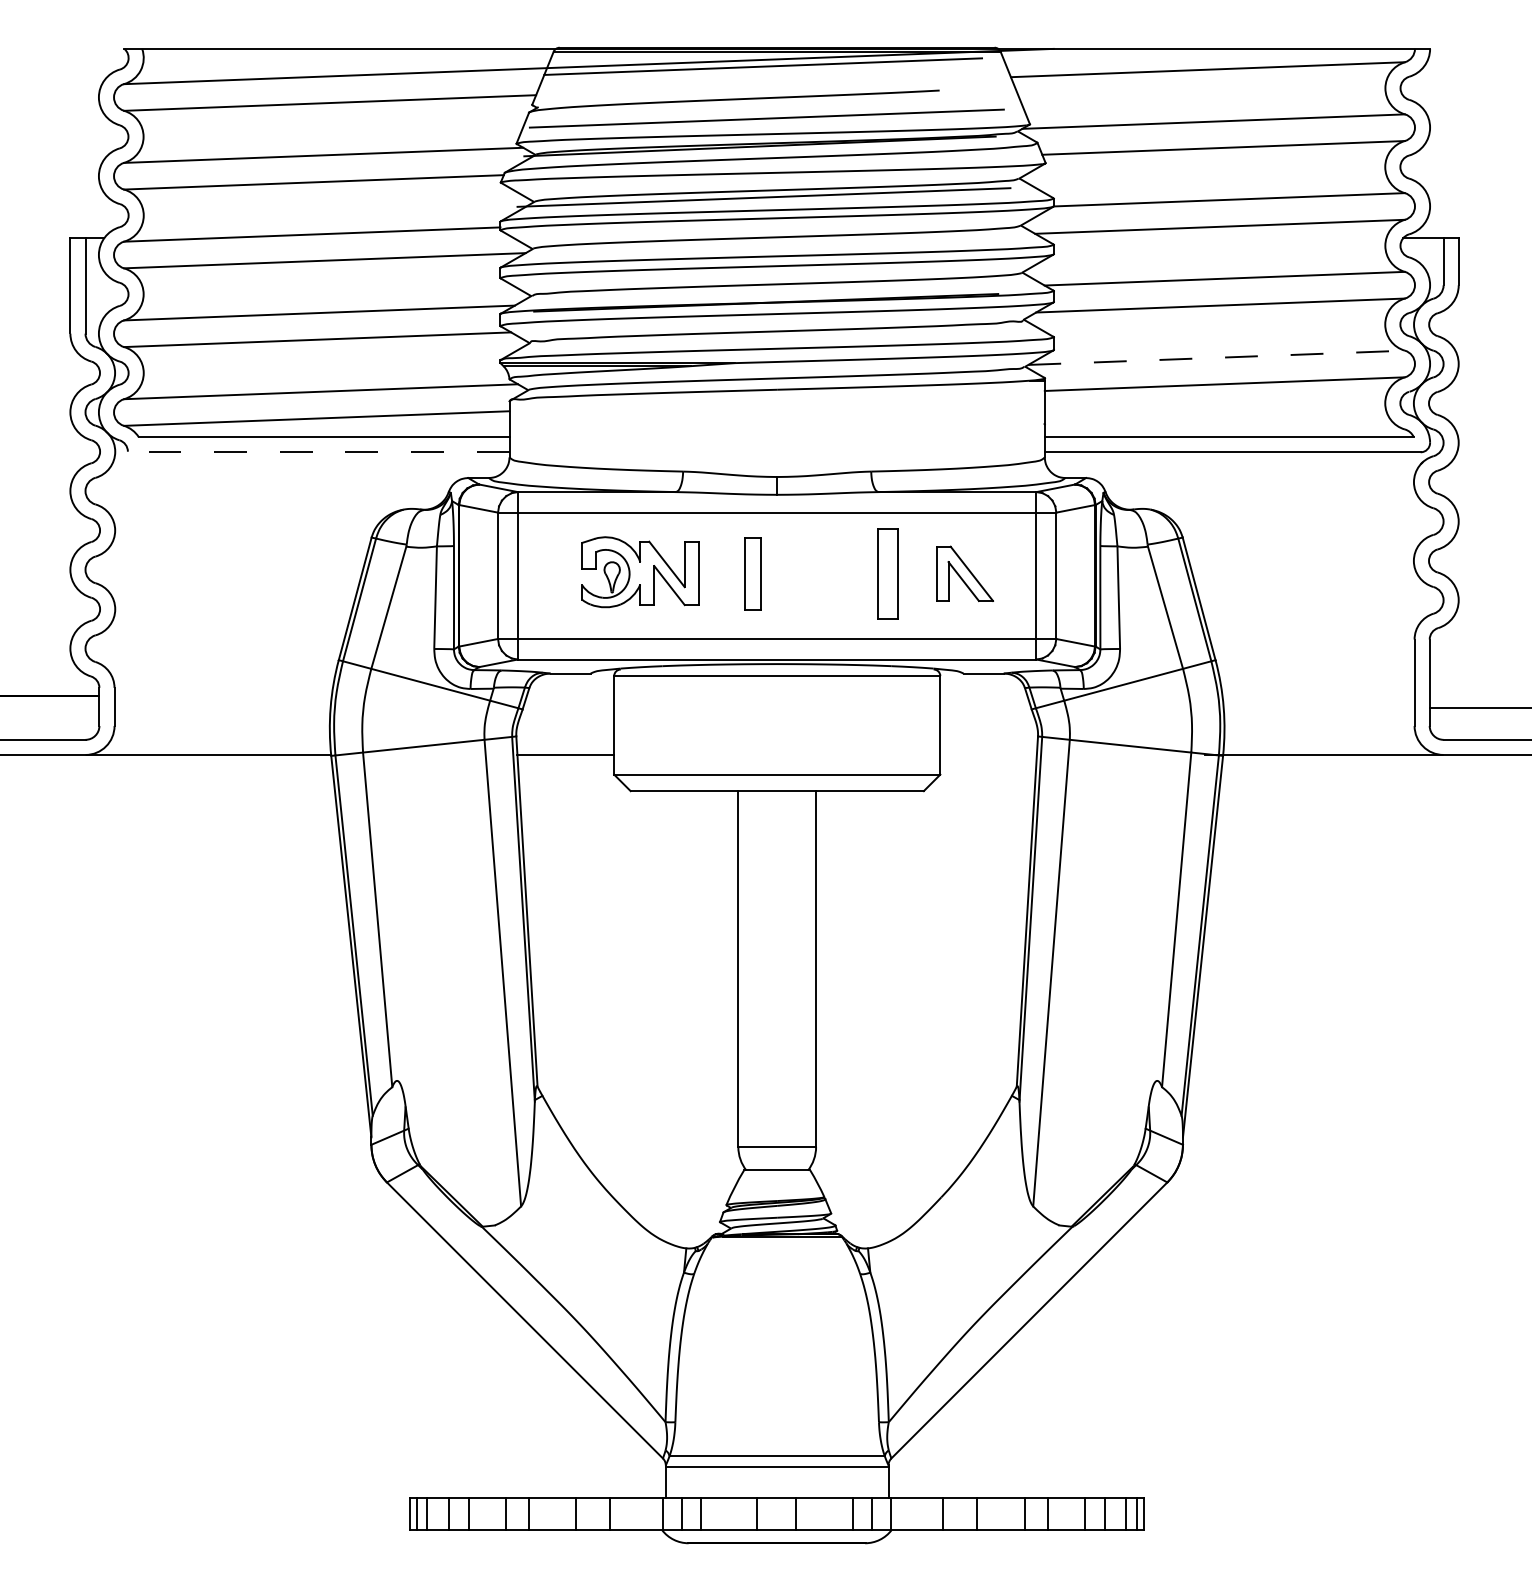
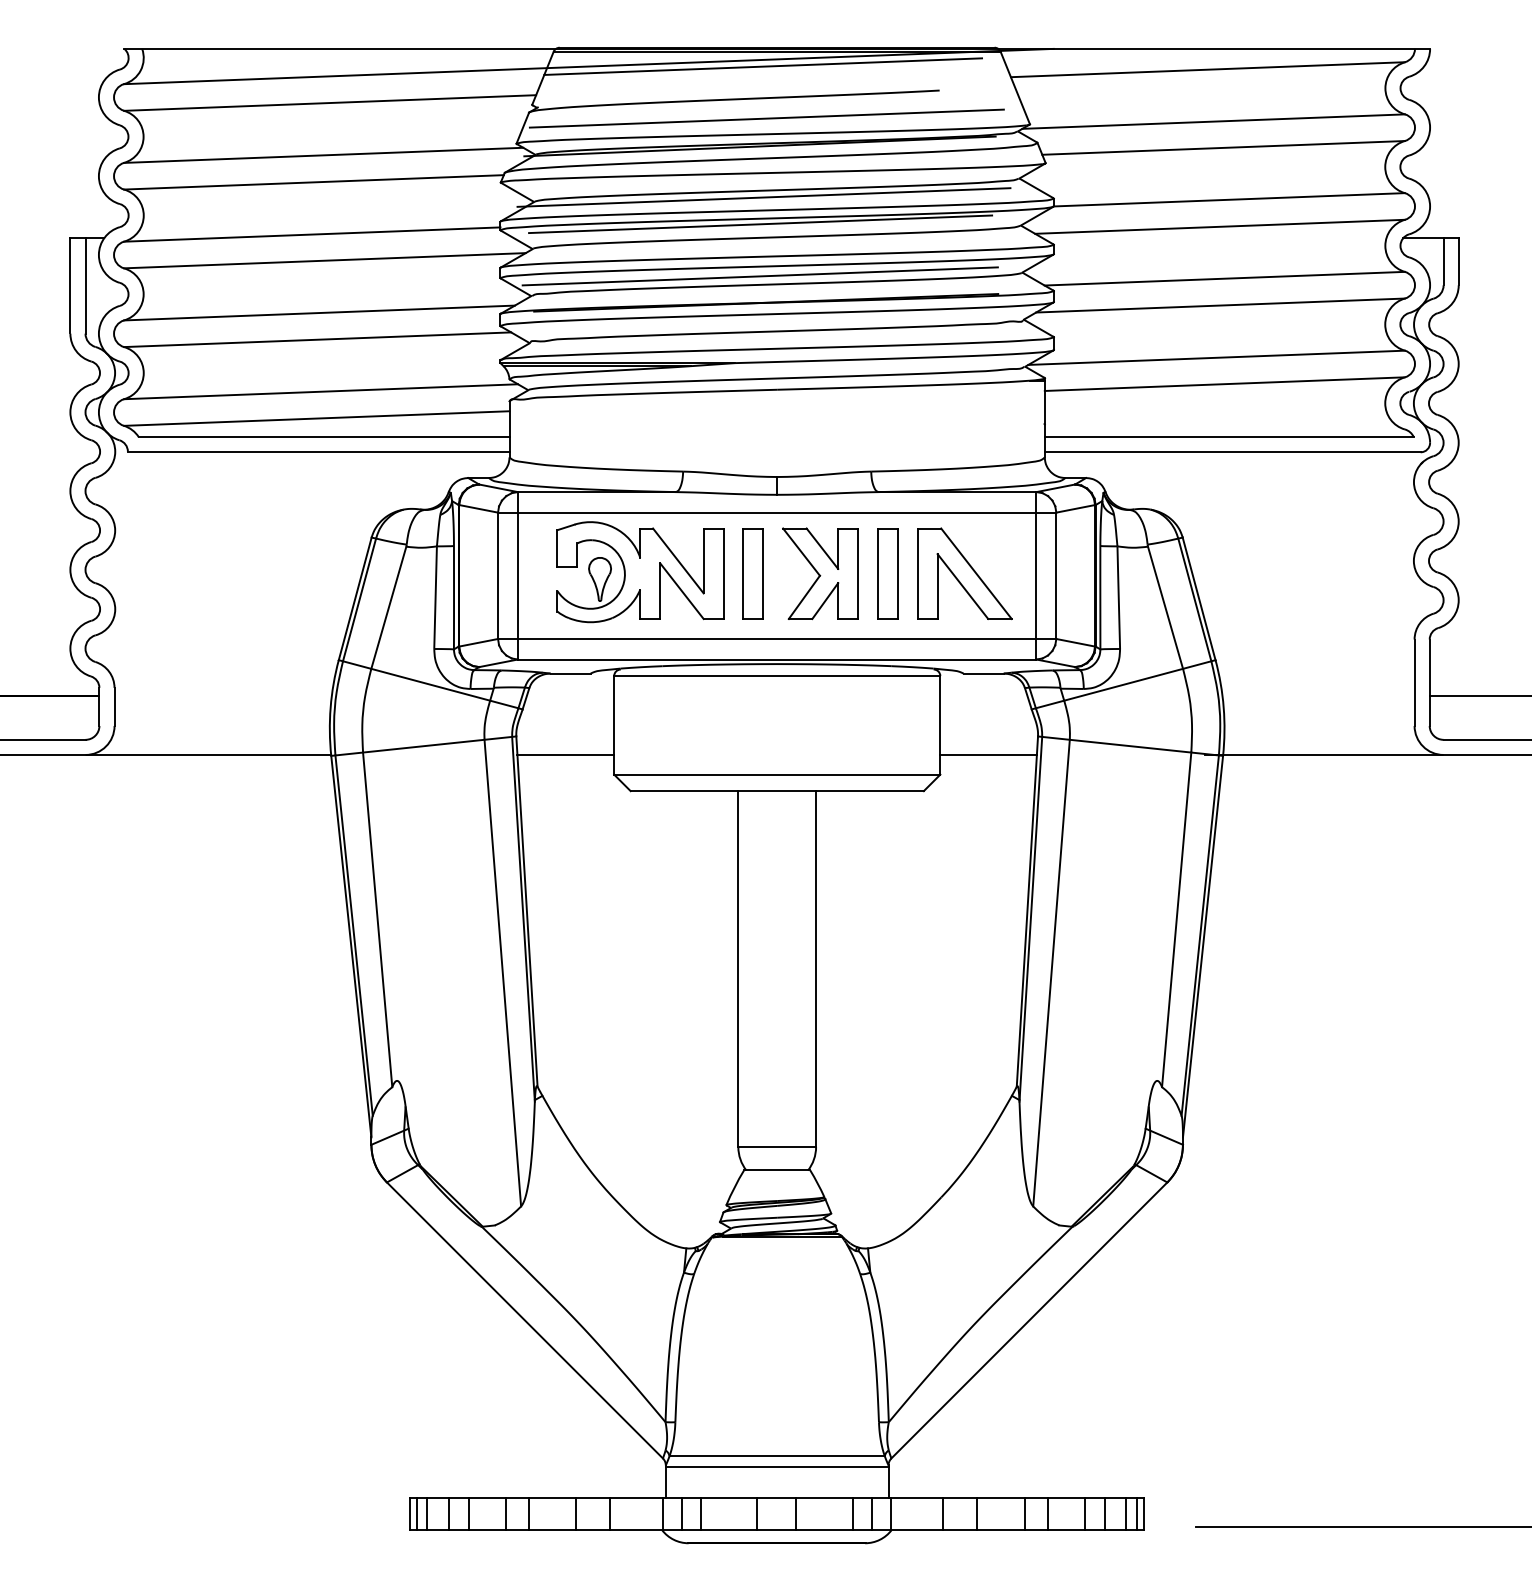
line at (760, 224): none -> present
line at (759, 276): none -> present
line at (1217, 357): dashed -> solid
line at (318, 452): dashed -> solid
part at (640, 572) size: 119x73 px -> 169x103 px
part at (752, 573) size: 18x74 px -> 22x92 px
part at (820, 573): none -> present
part at (965, 573) size: 59x57 px -> 96x94 px
line at (1478, 707) position: (1478, 707) -> (1478, 695)
line at (988, 754): none -> present
line at (1362, 1526): none -> present
